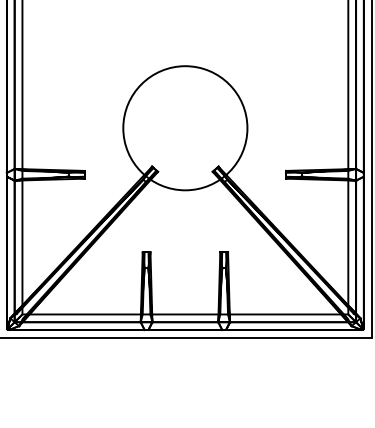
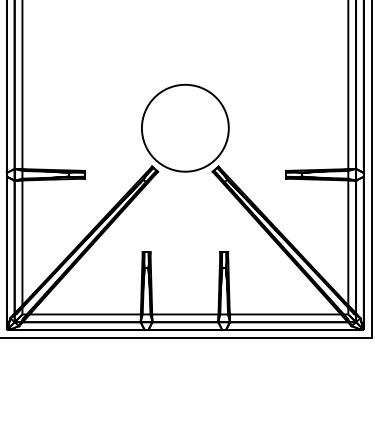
circle at (185, 128) diameter: 124 px -> 87 px
